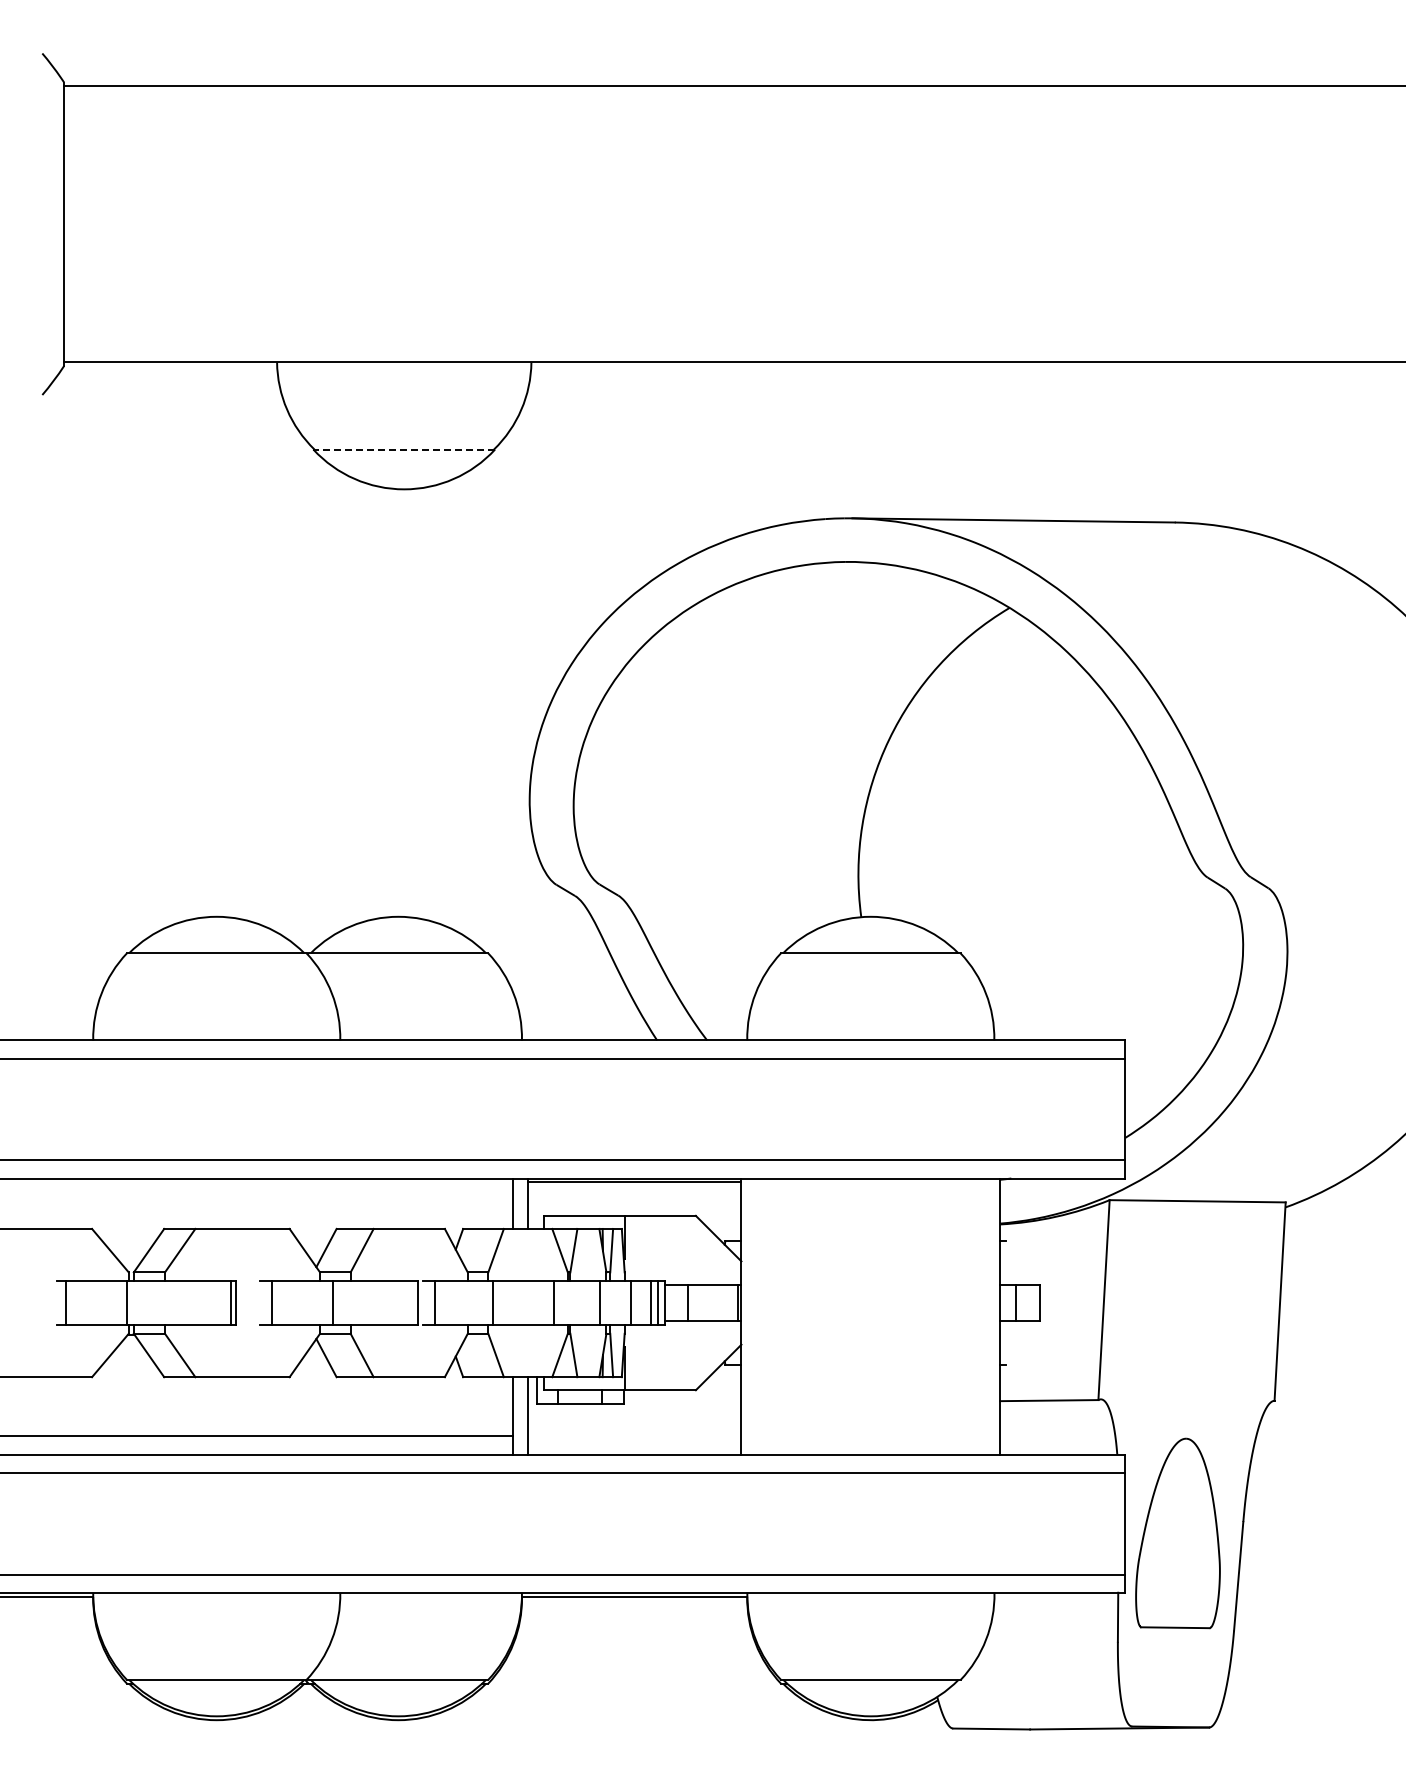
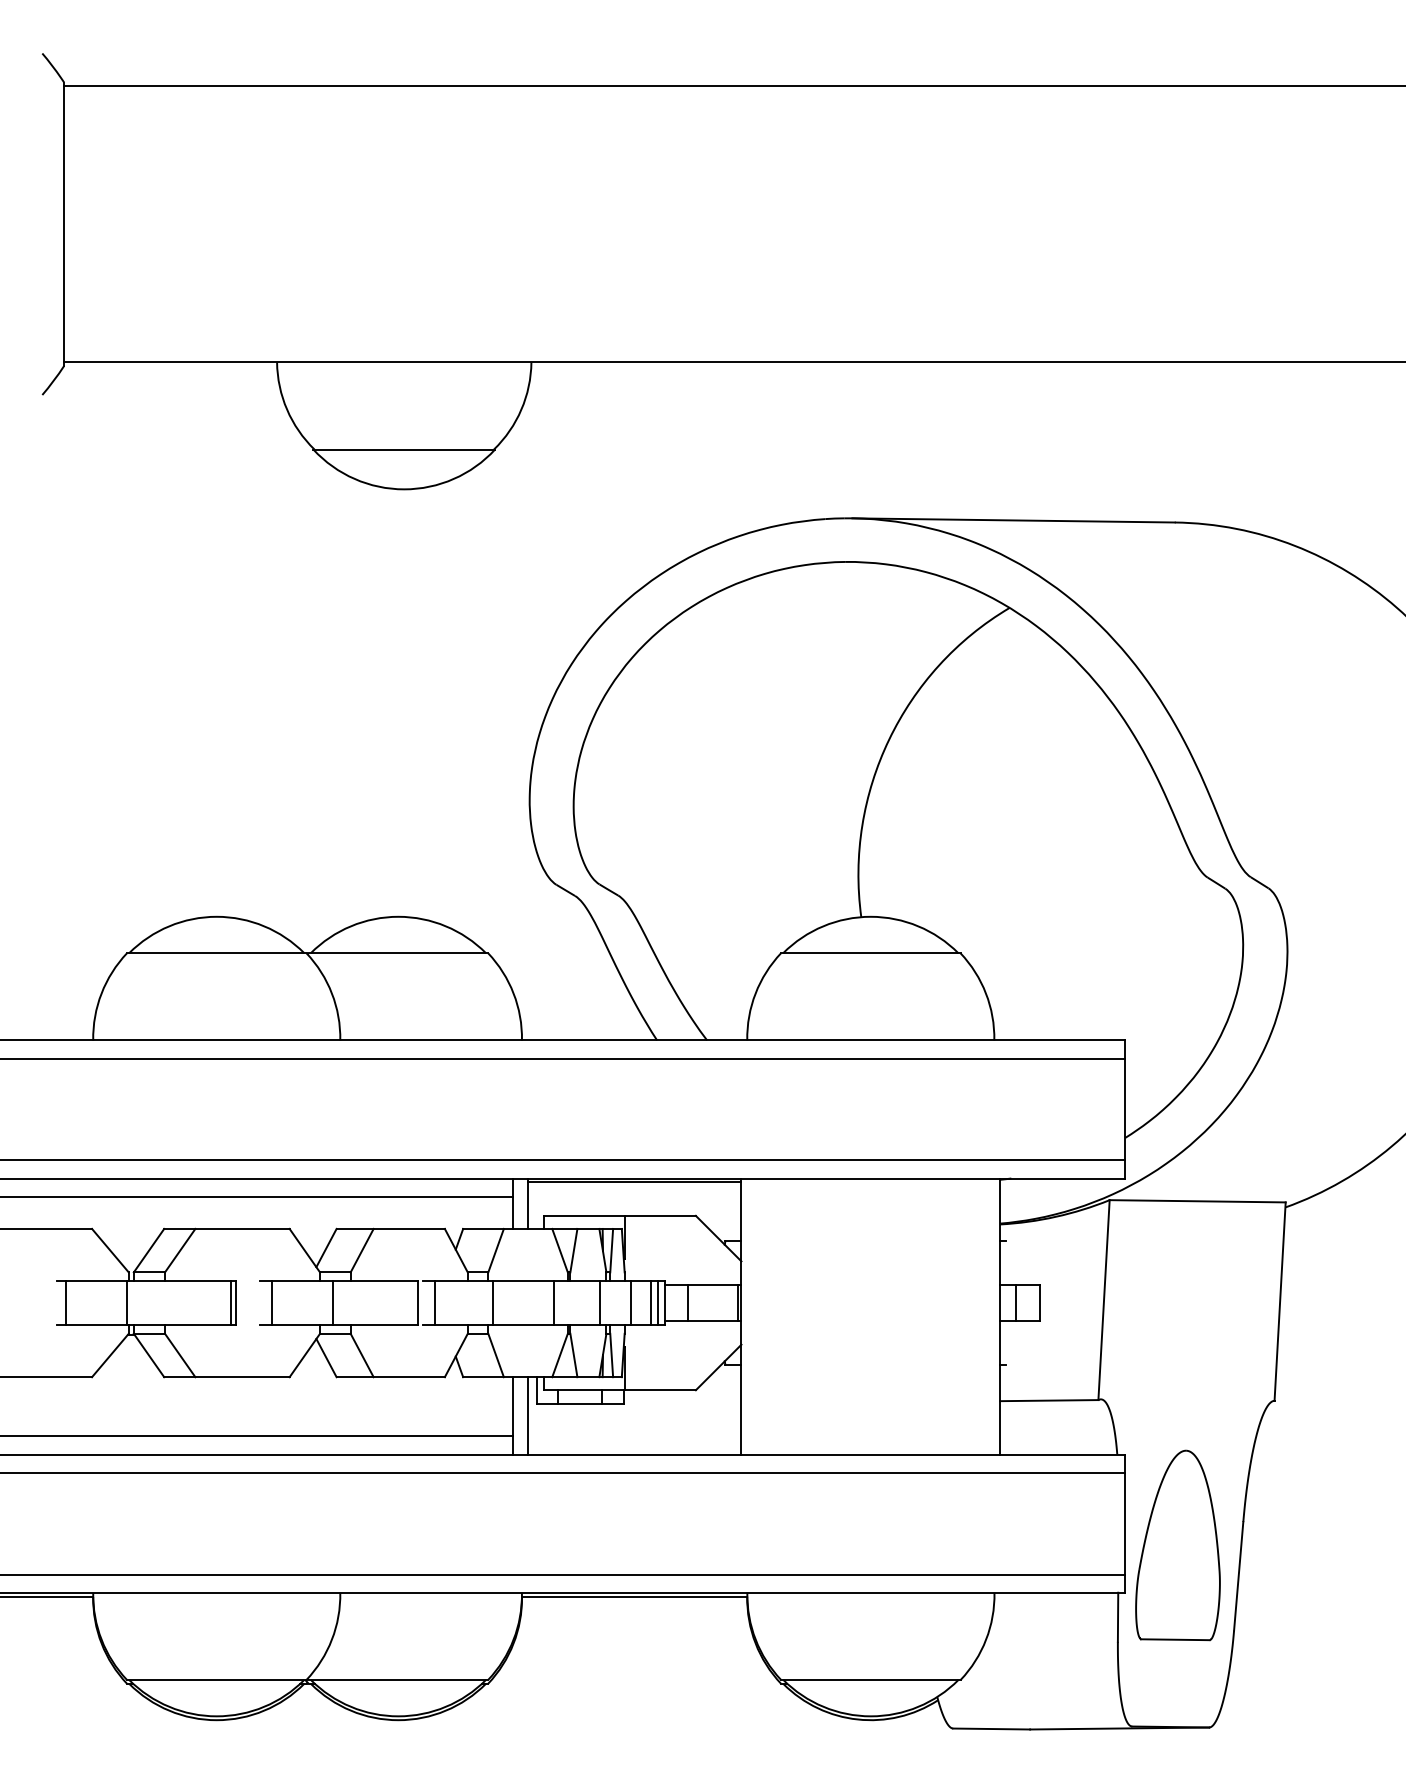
line at (404, 449): dashed -> solid
line at (257, 1196): none -> present
part at (1177, 1533) position: (1177, 1533) -> (1177, 1545)
